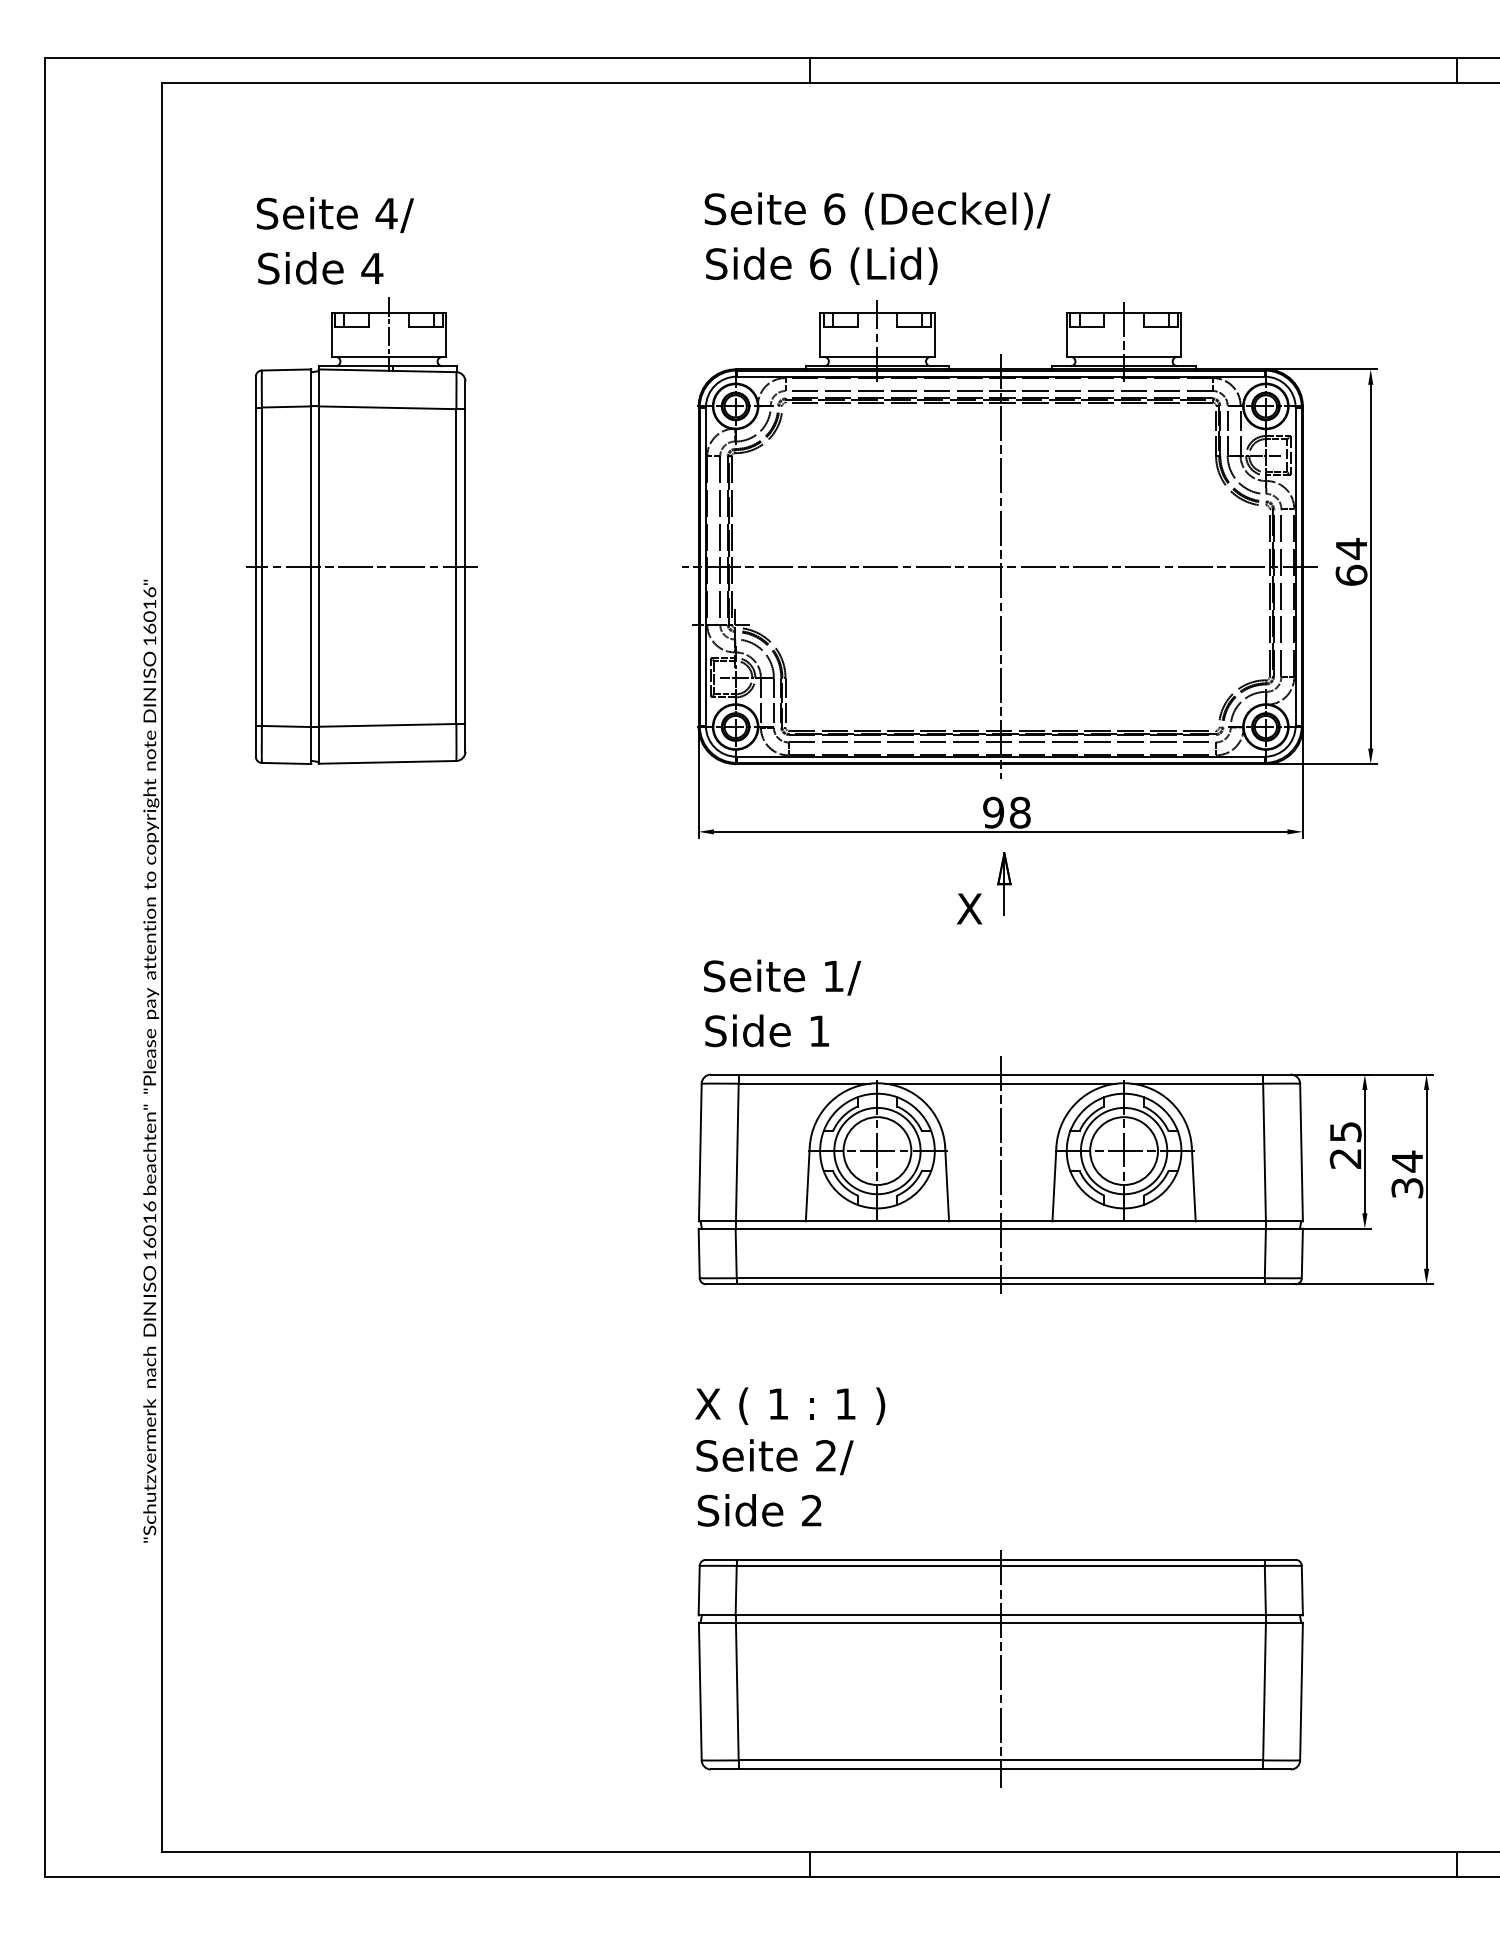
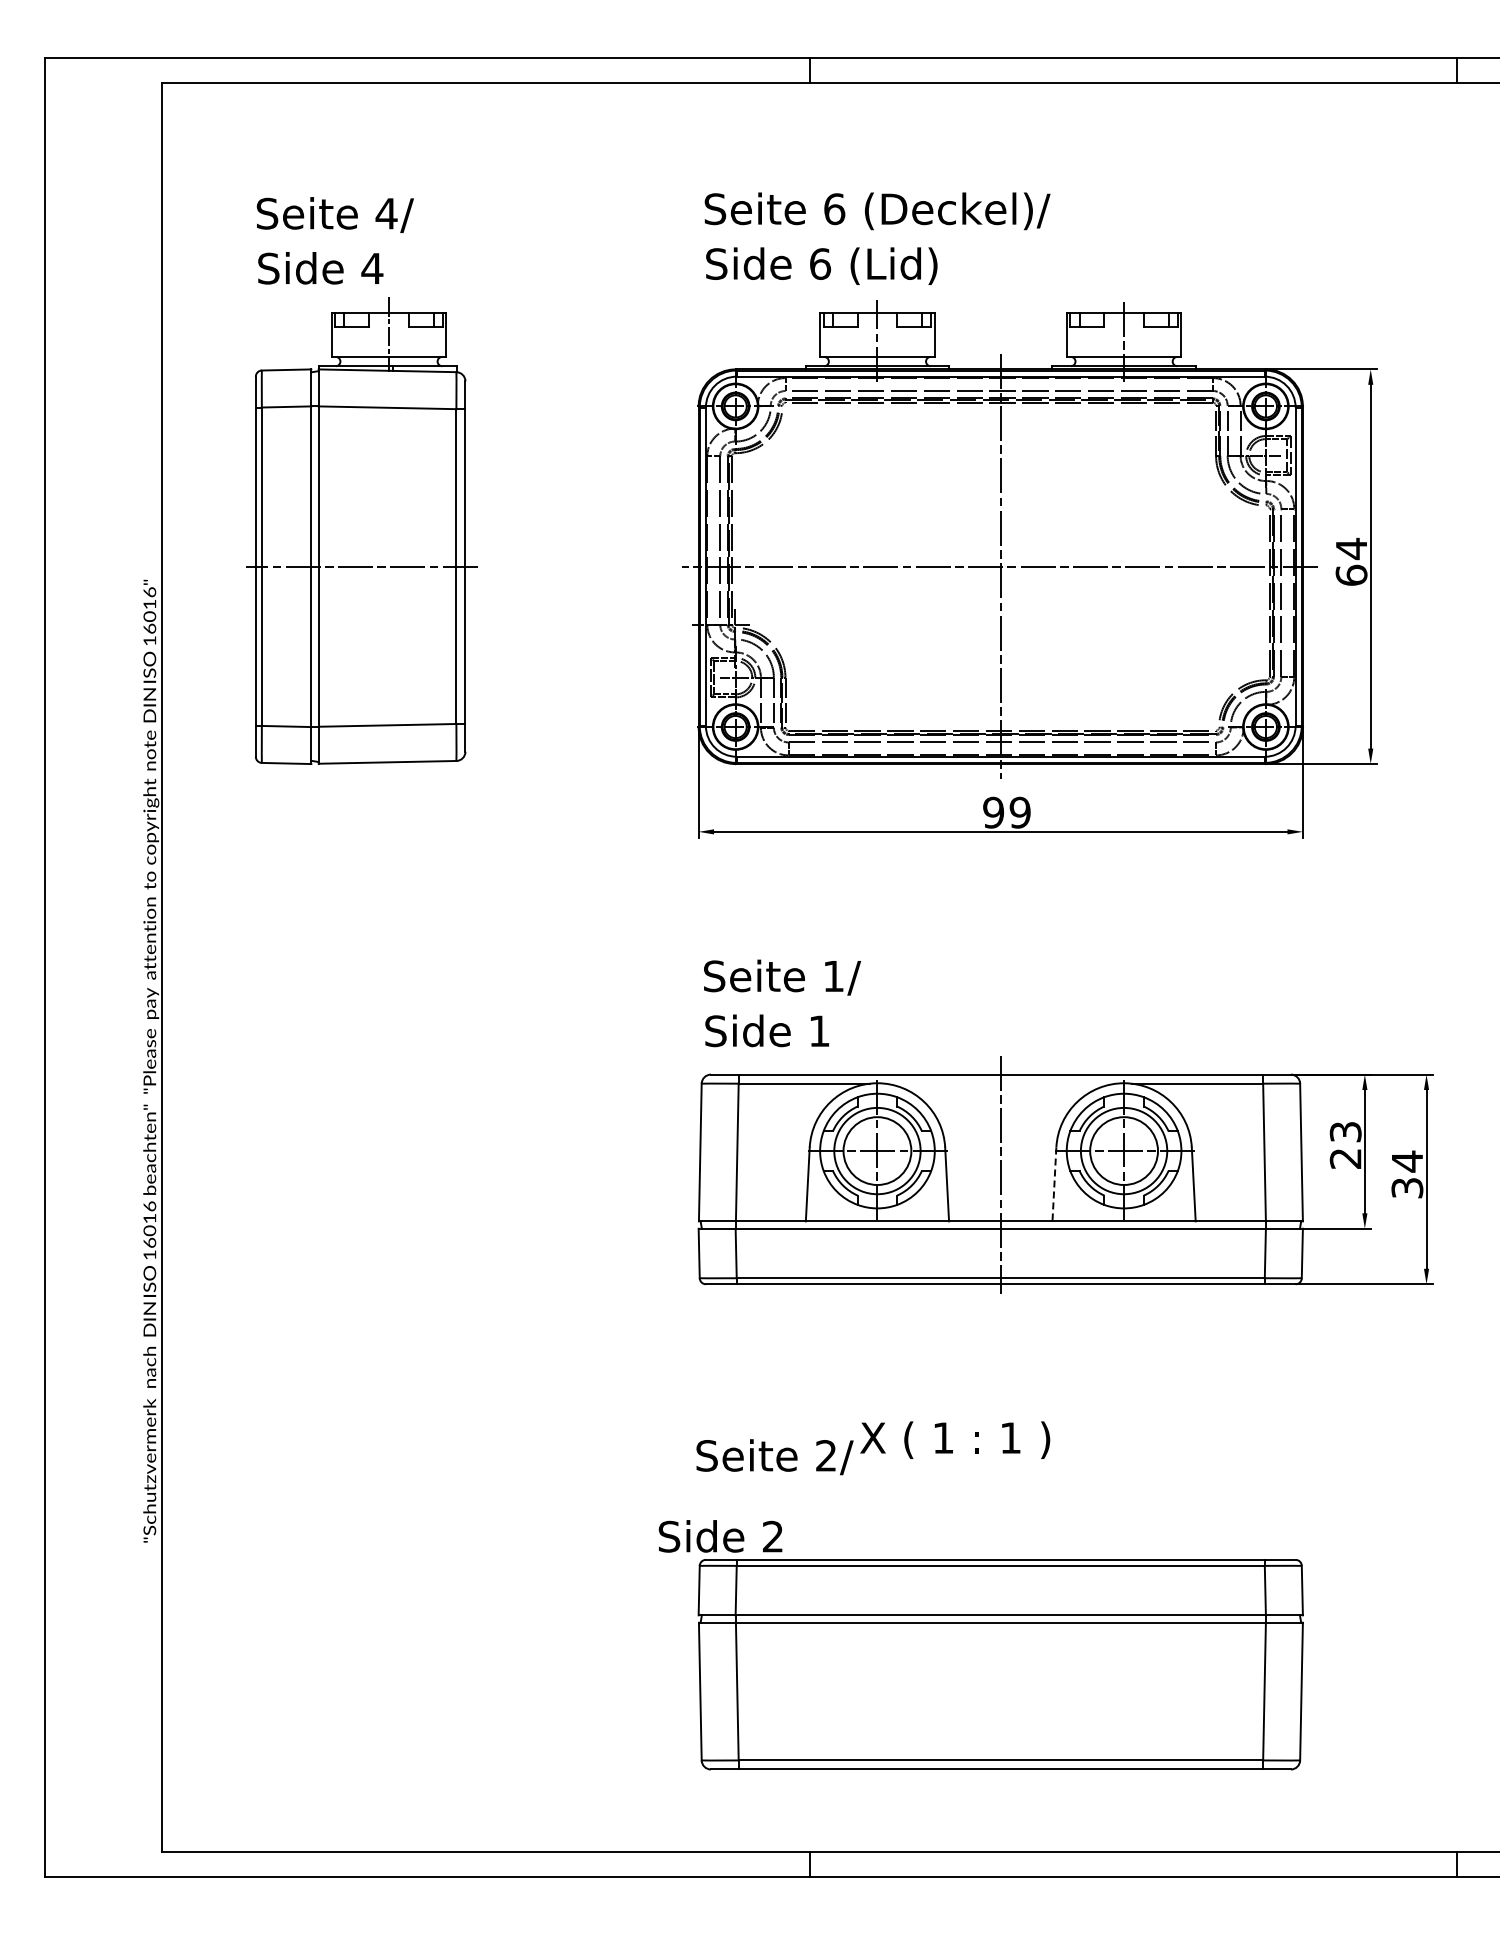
text at (1019, 812): 98 -> 99
part at (983, 888): present -> none
line at (1000, 1083): present -> none
text at (1344, 1131): 25 -> 23
line at (1054, 1184): solid -> dashed
text at (790, 1405) position: (790, 1405) -> (955, 1439)
text at (759, 1510) position: (759, 1510) -> (720, 1536)
line at (1000, 1668): present -> none
